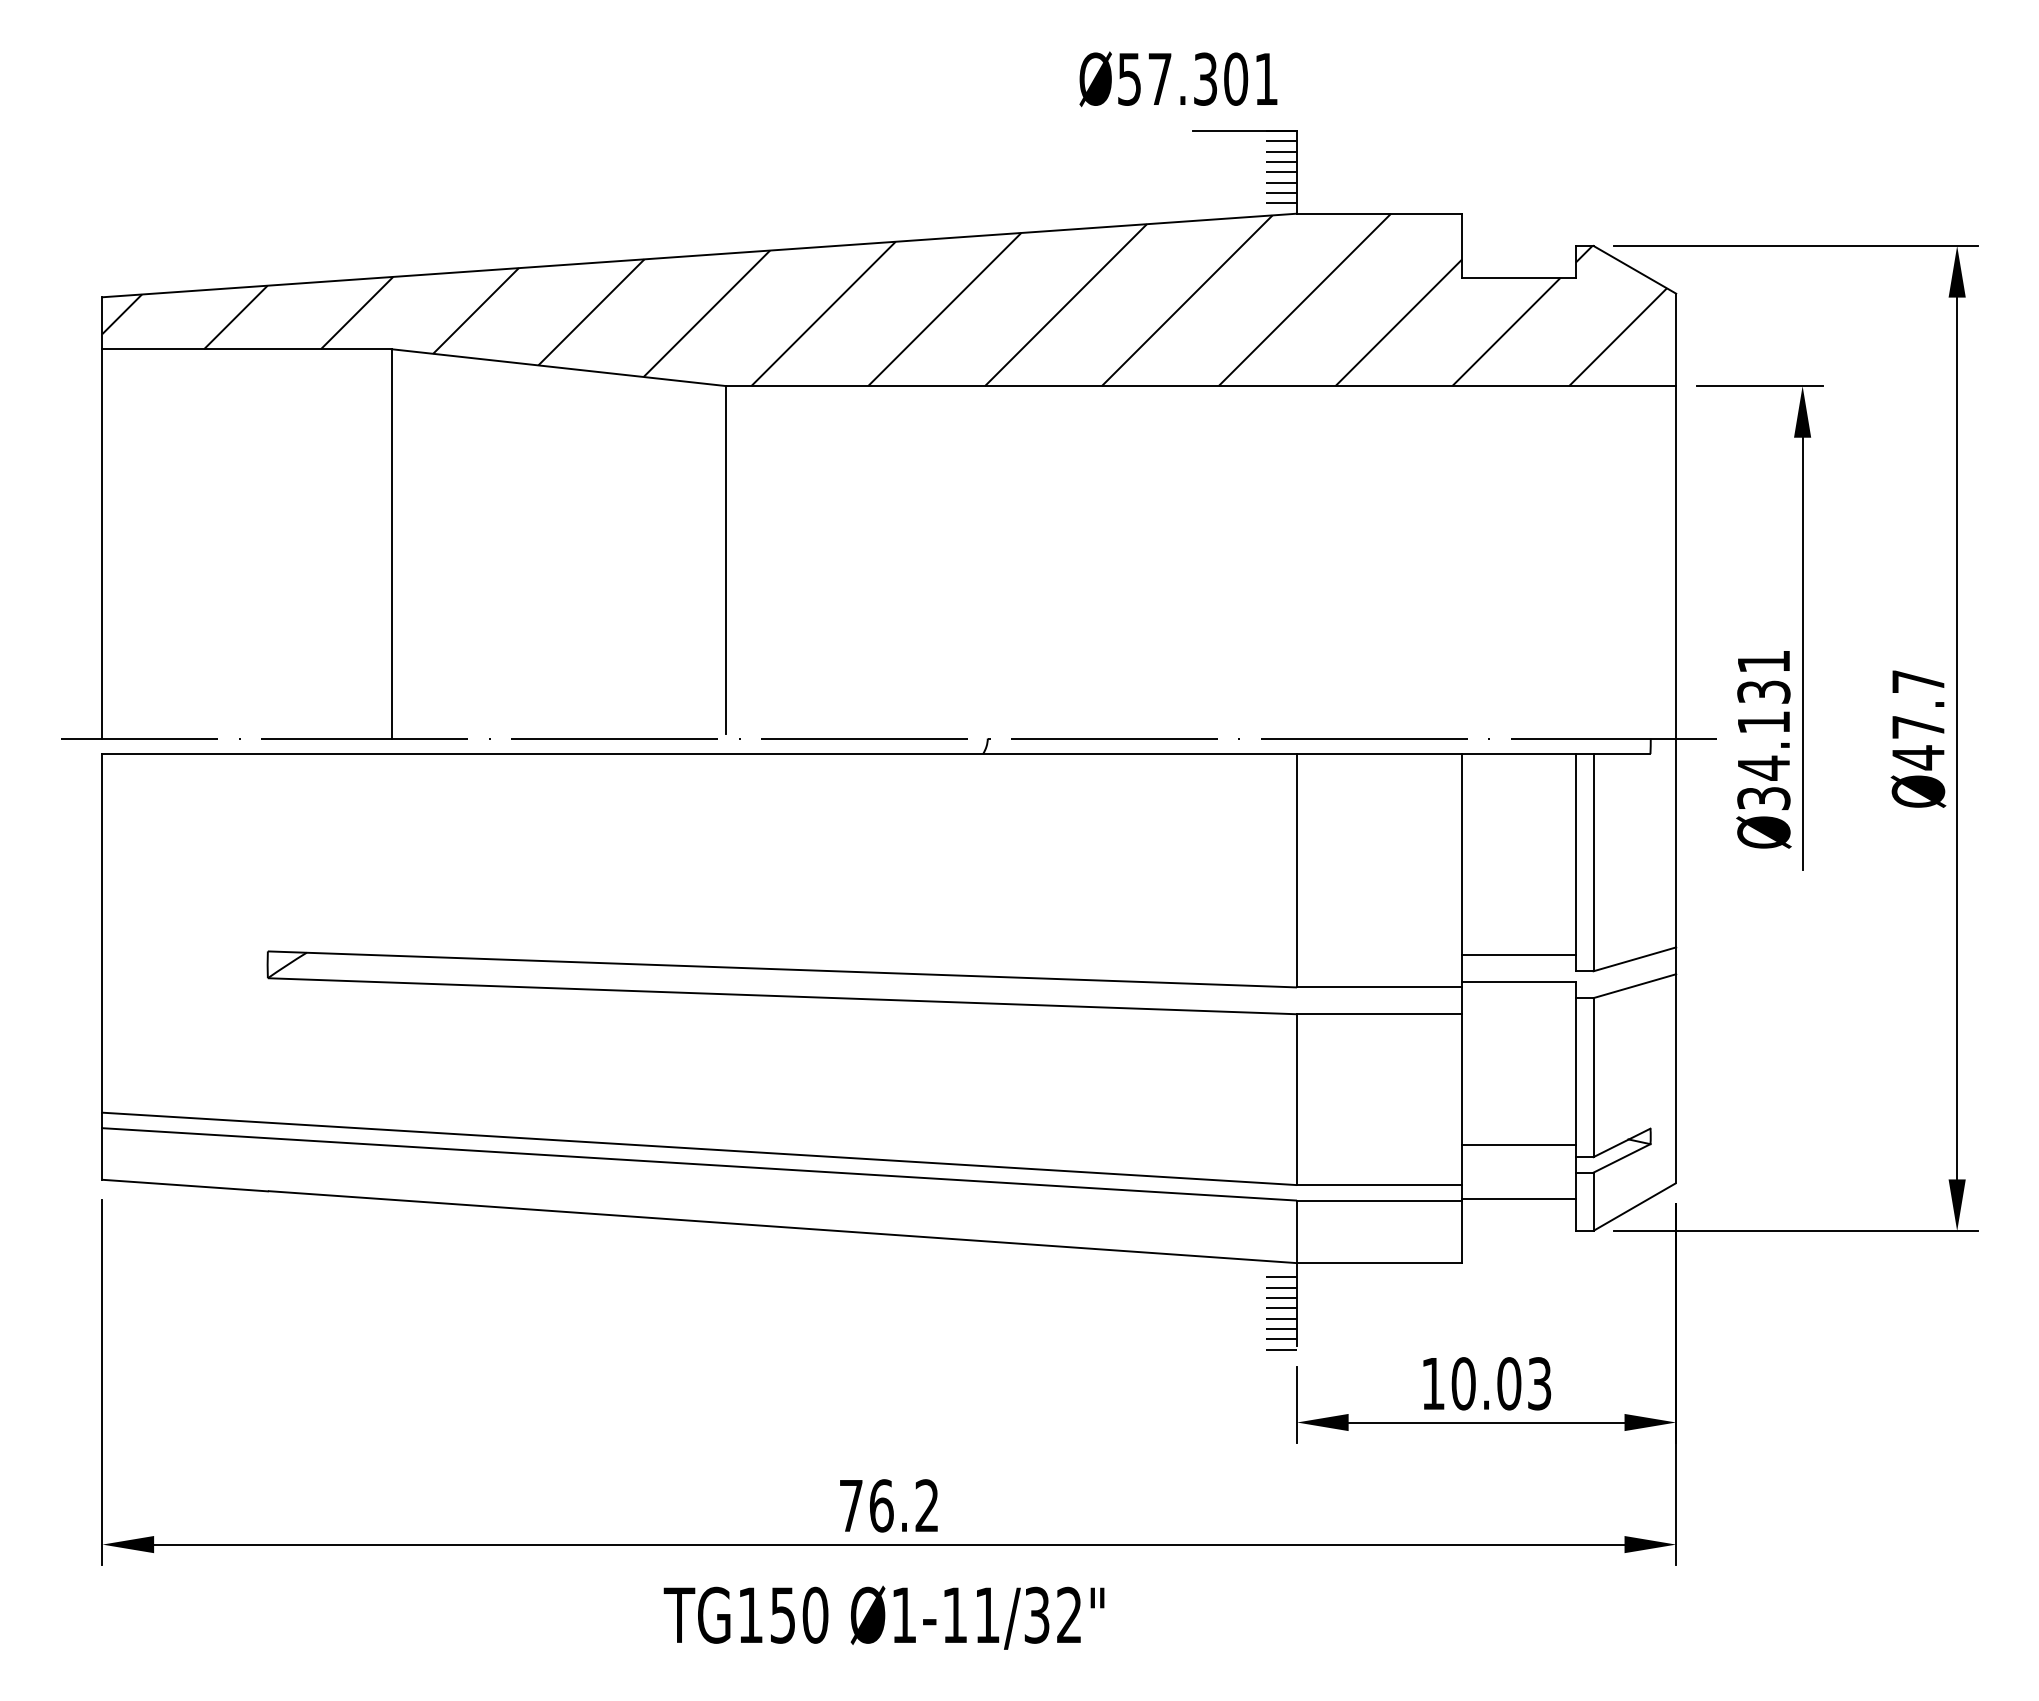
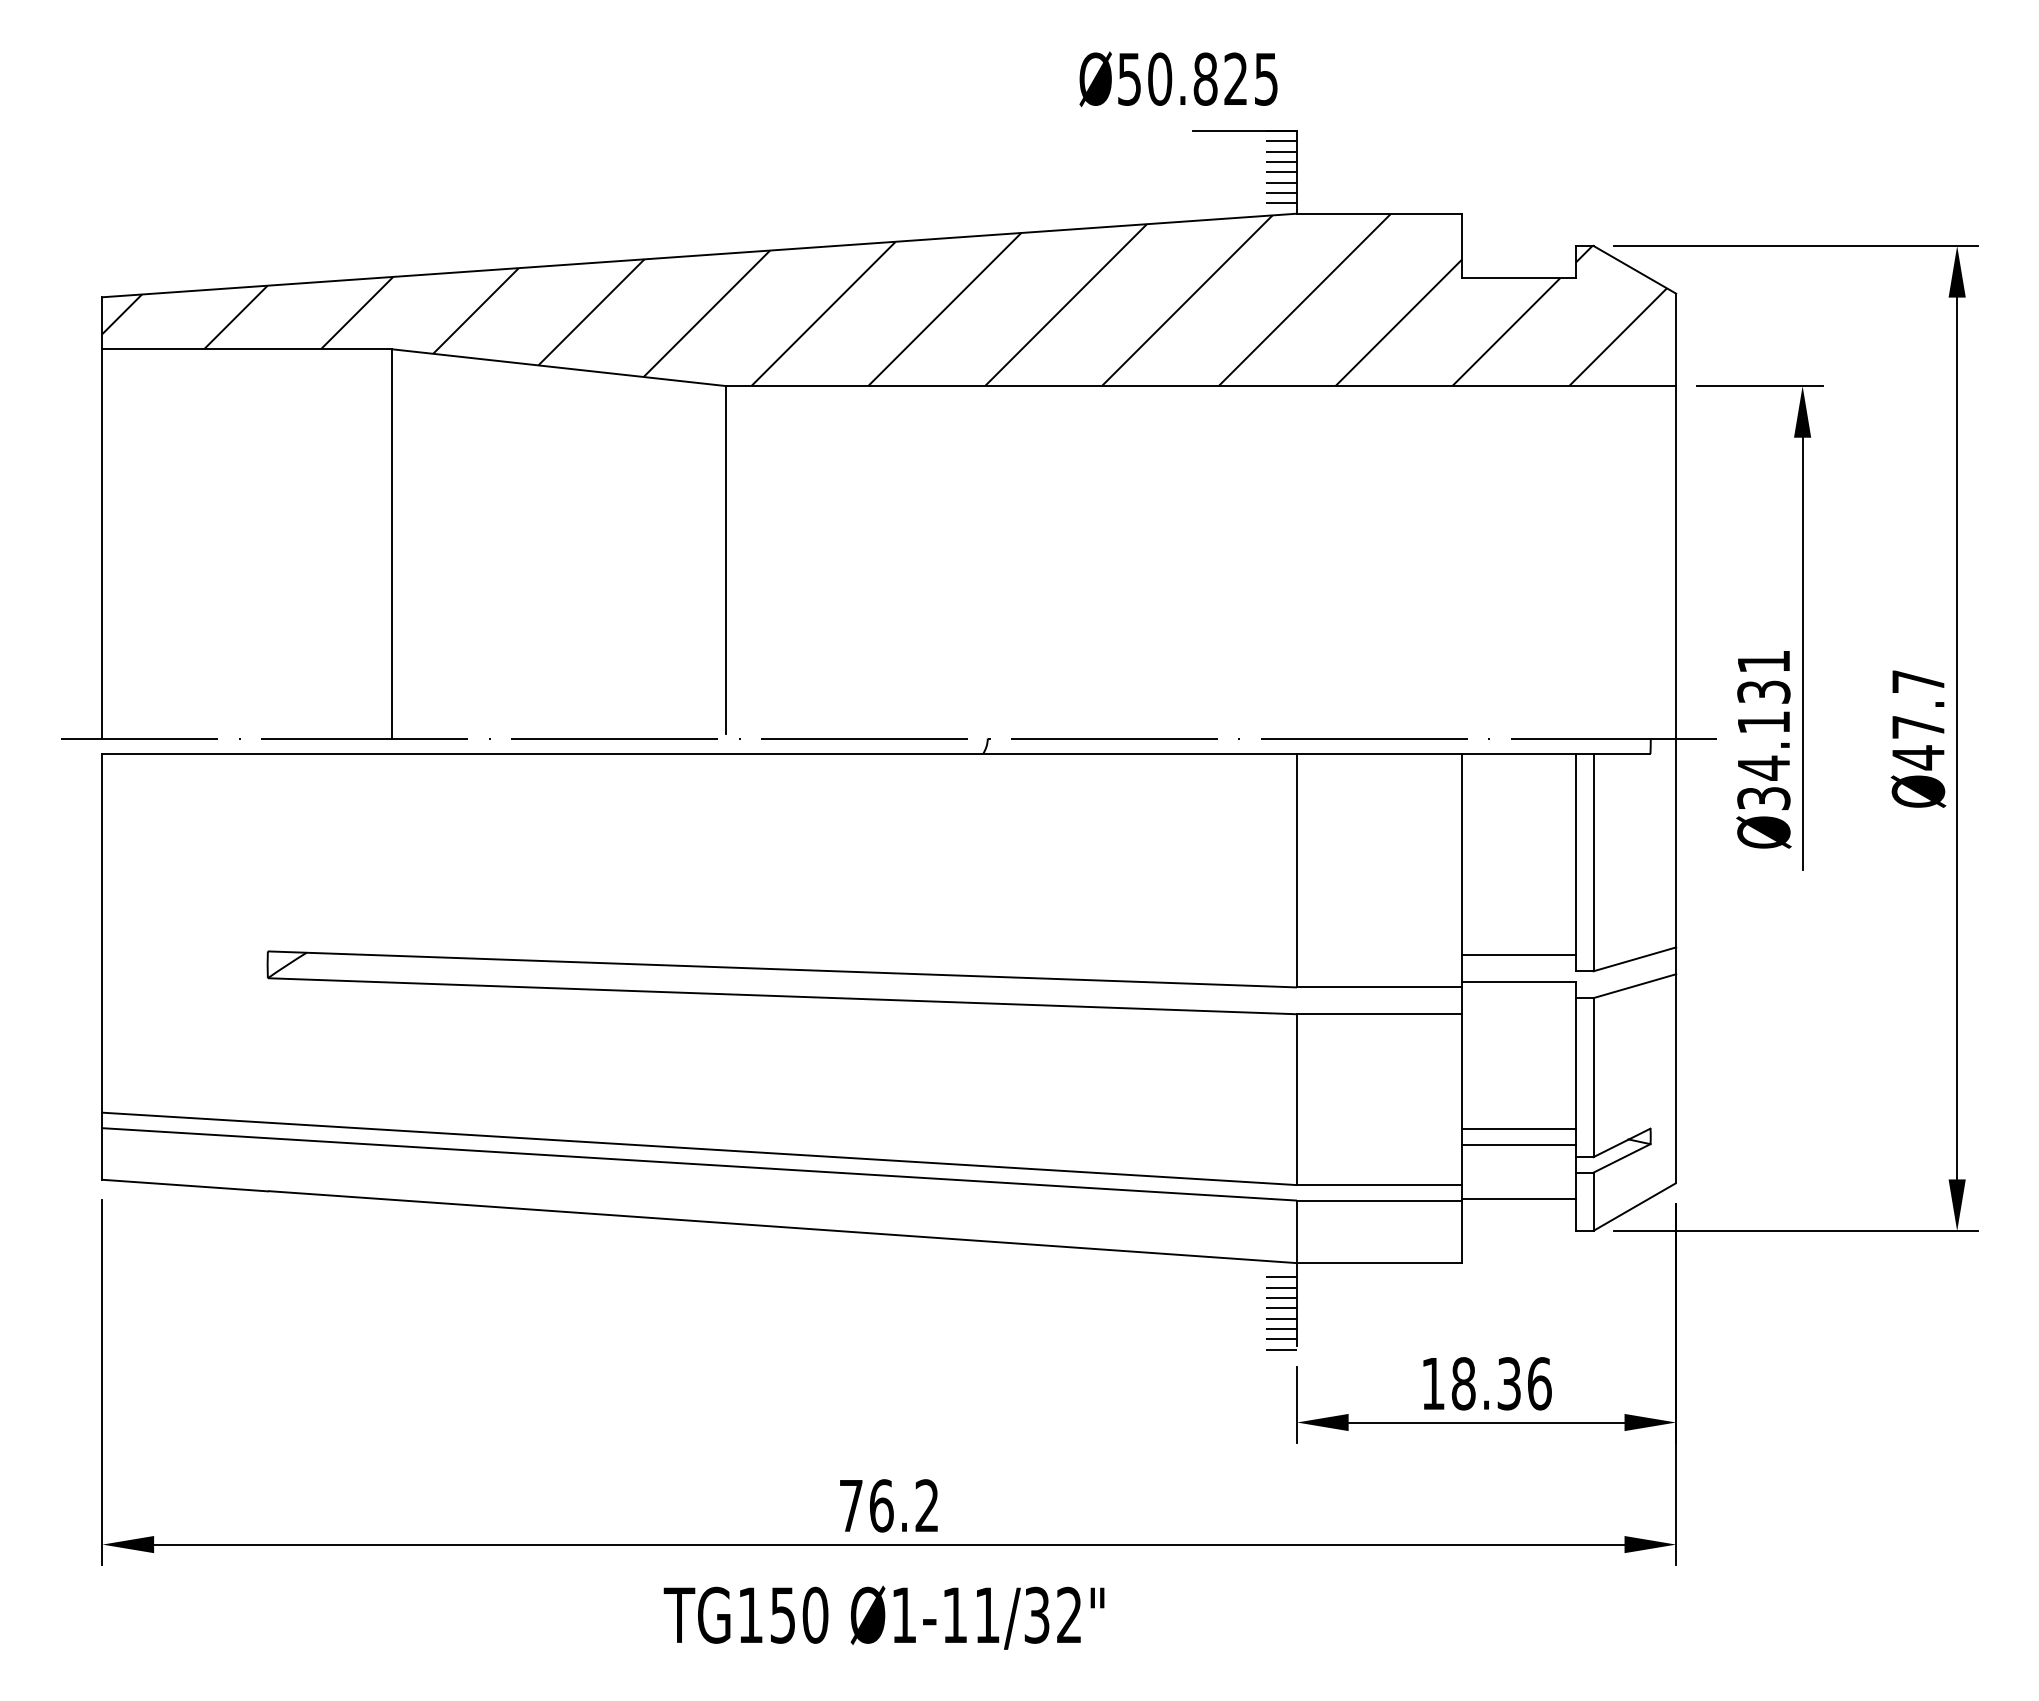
text at (1212, 78): Ø57.301 -> Ø50.825
line at (1518, 1129): none -> present
text at (1501, 1383): 10.03 -> 18.36
